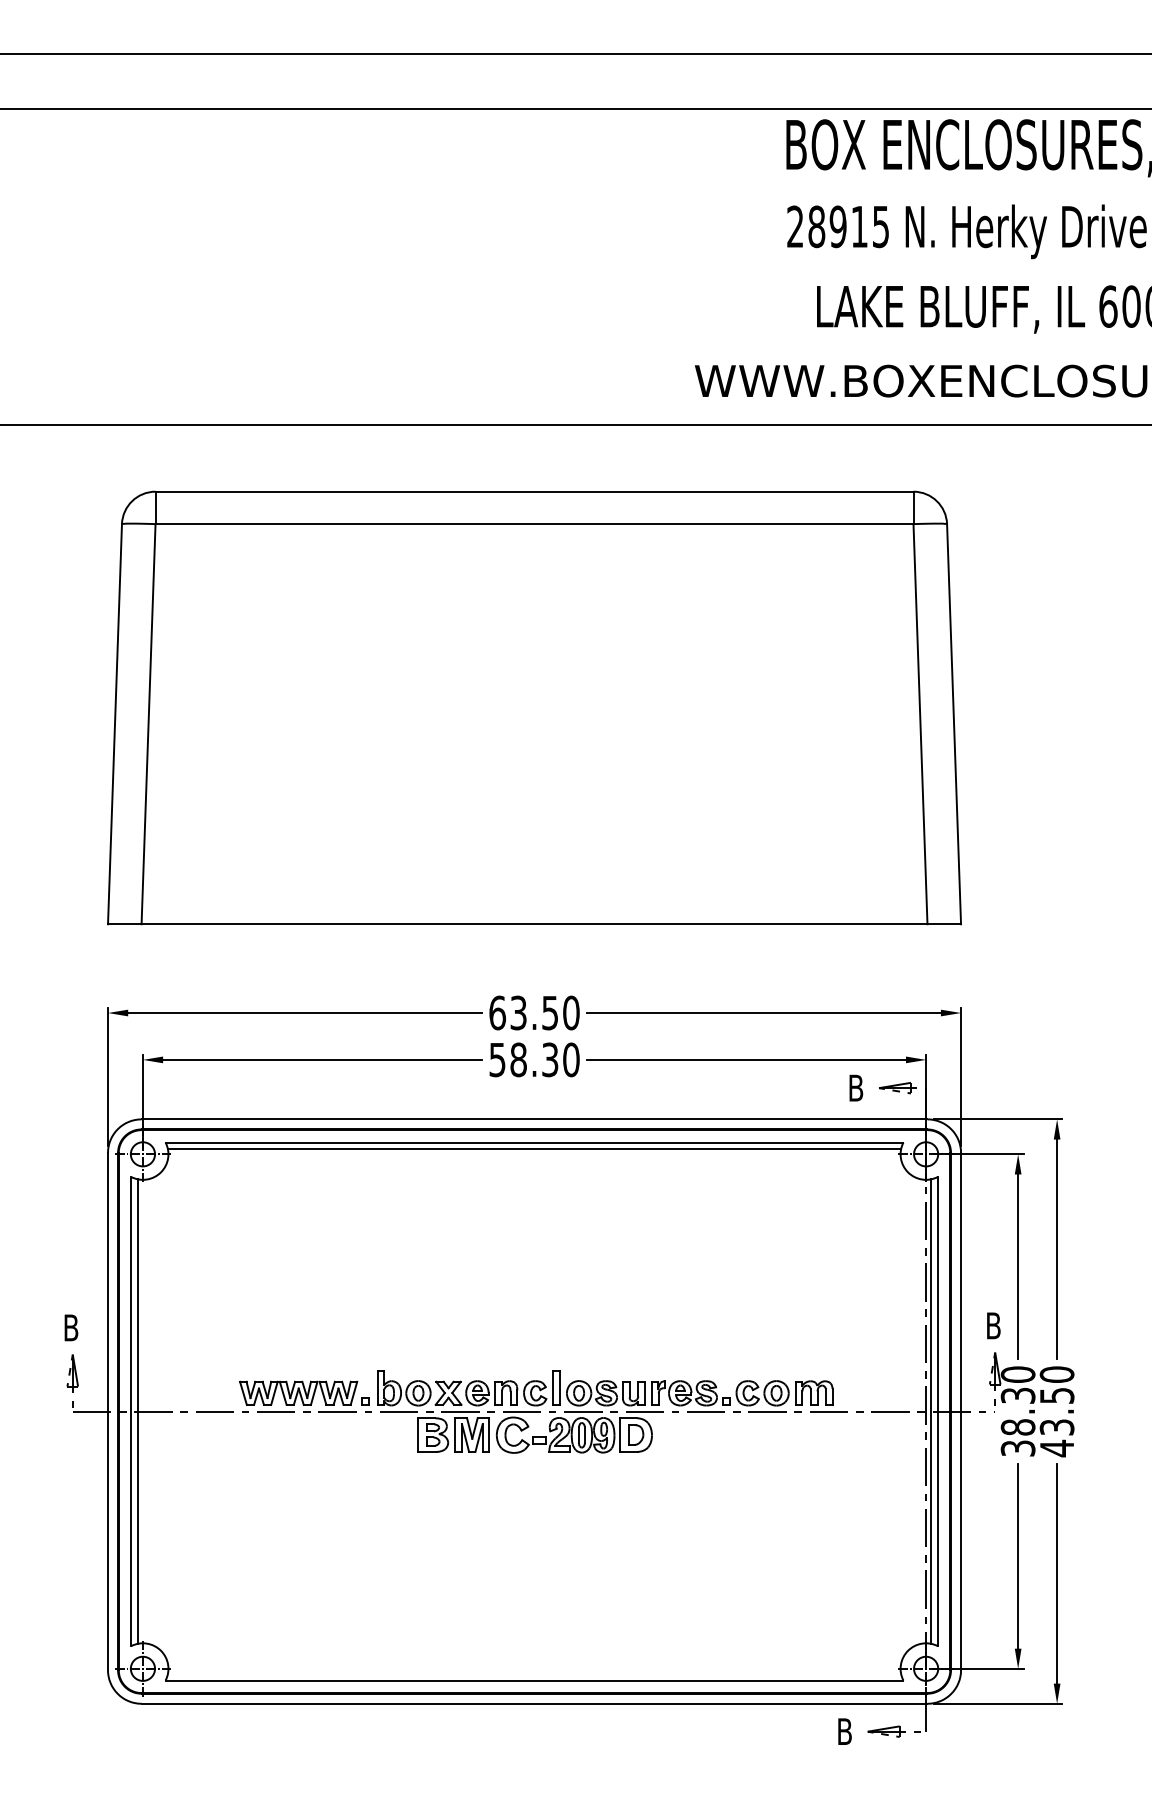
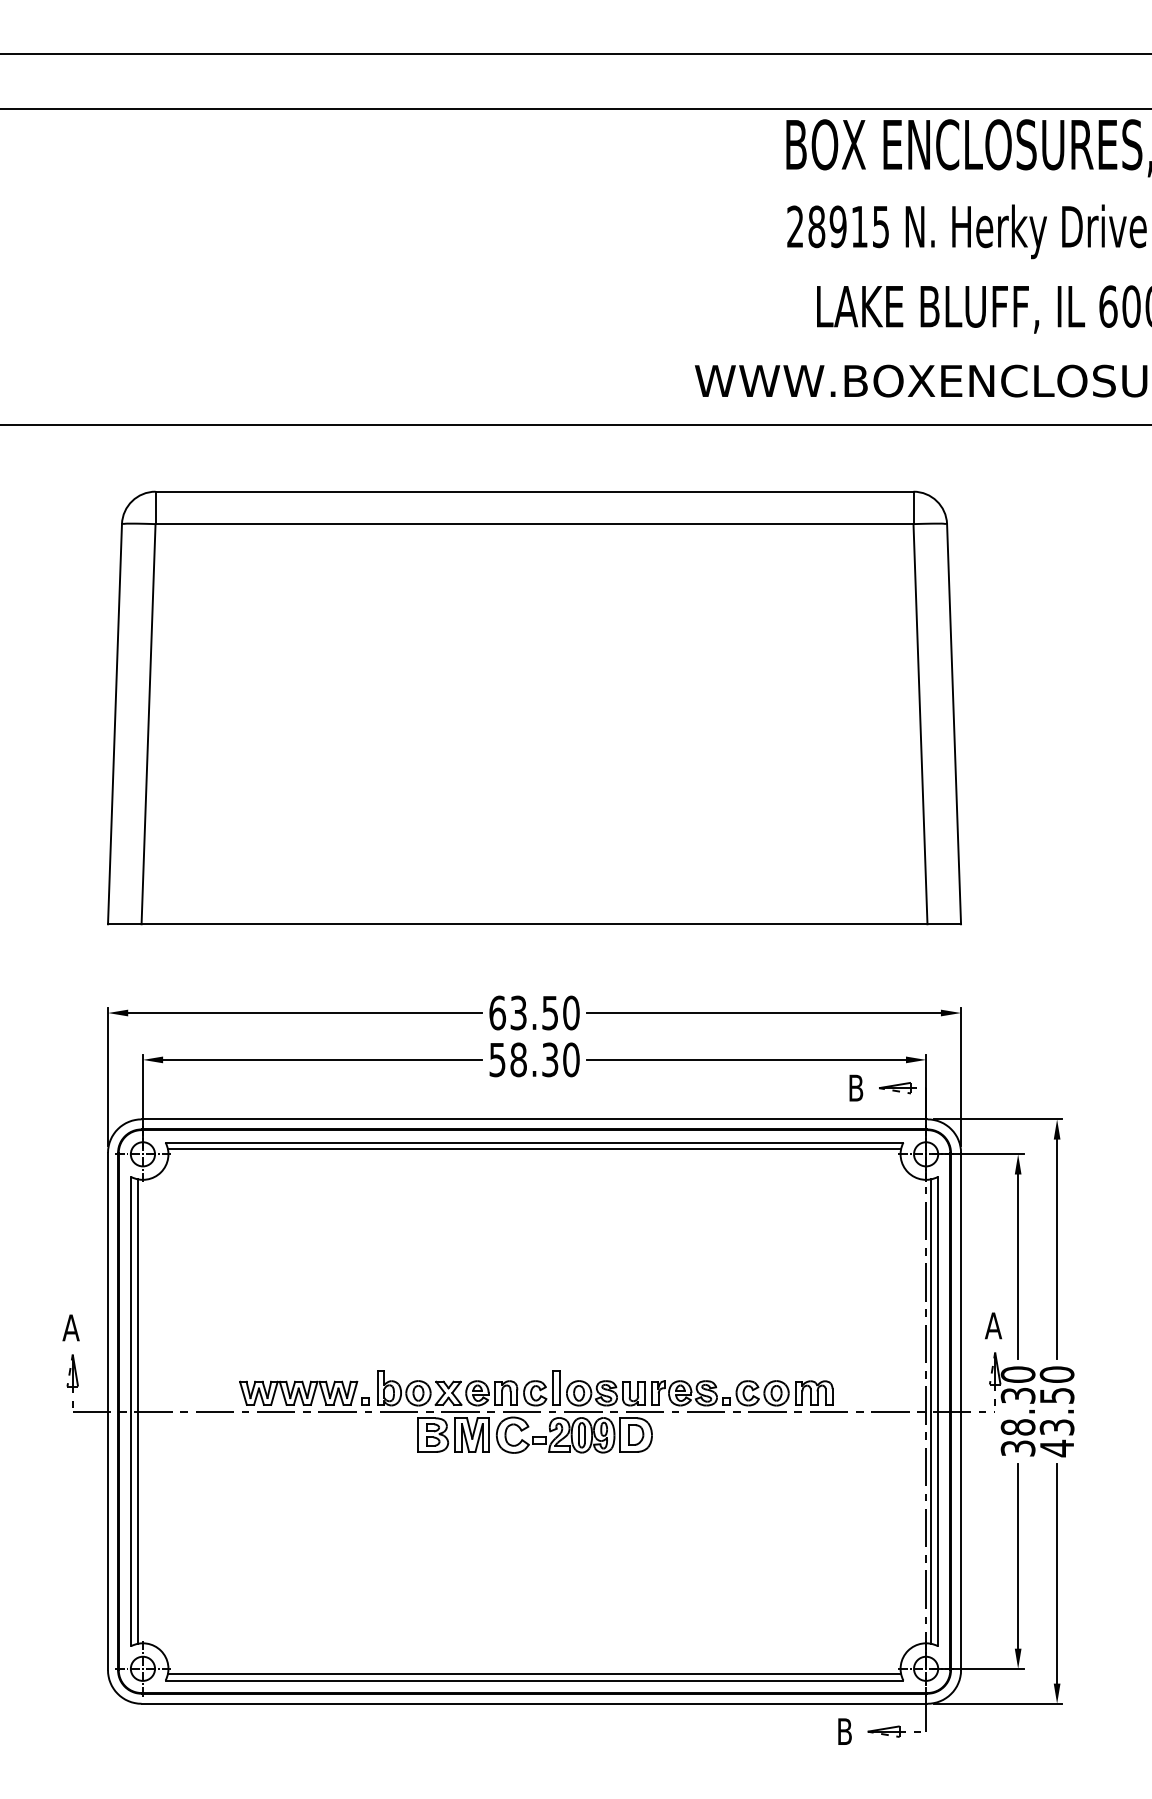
text at (993, 1325): B -> A
text at (70, 1327): B -> A
line at (534, 1673): none -> present
